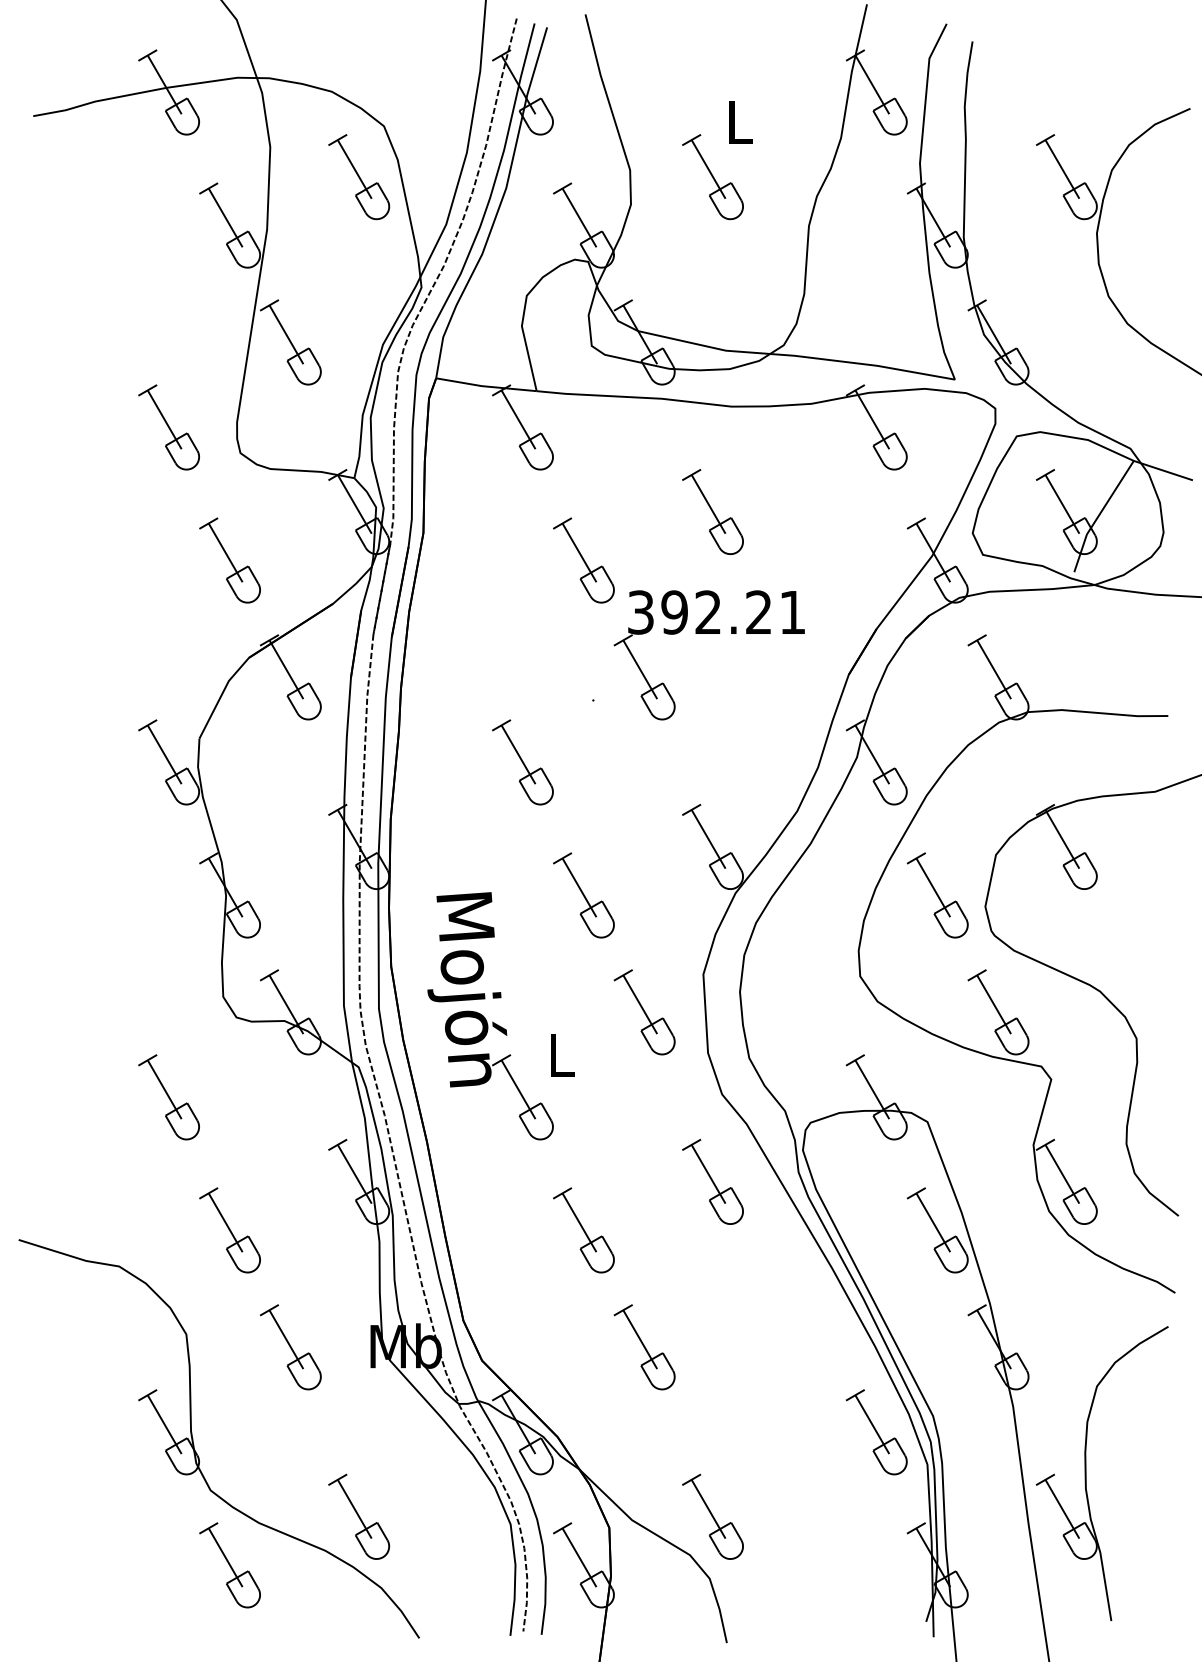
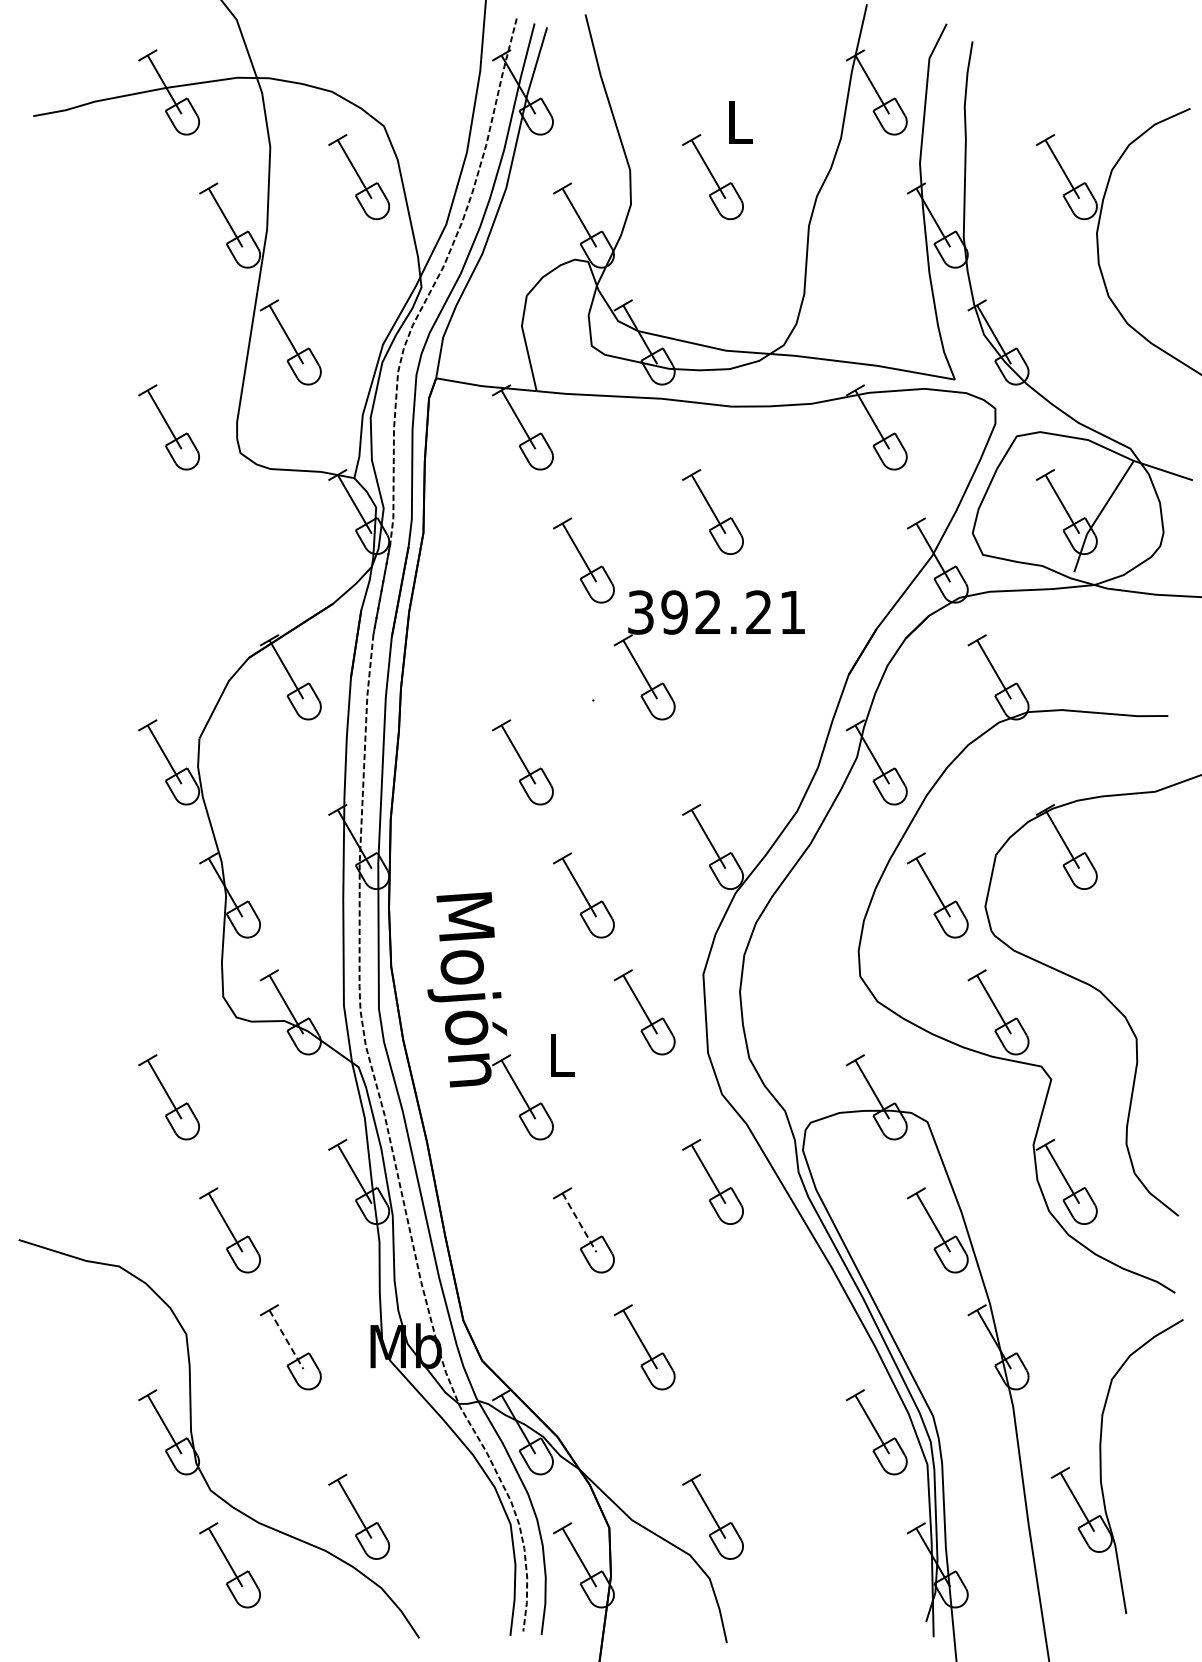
part at (229, 560): present -> none
line at (579, 1222): solid -> dashed
line at (286, 1339): solid -> dashed
part at (1086, 1473) position: (1086, 1473) -> (1101, 1466)
